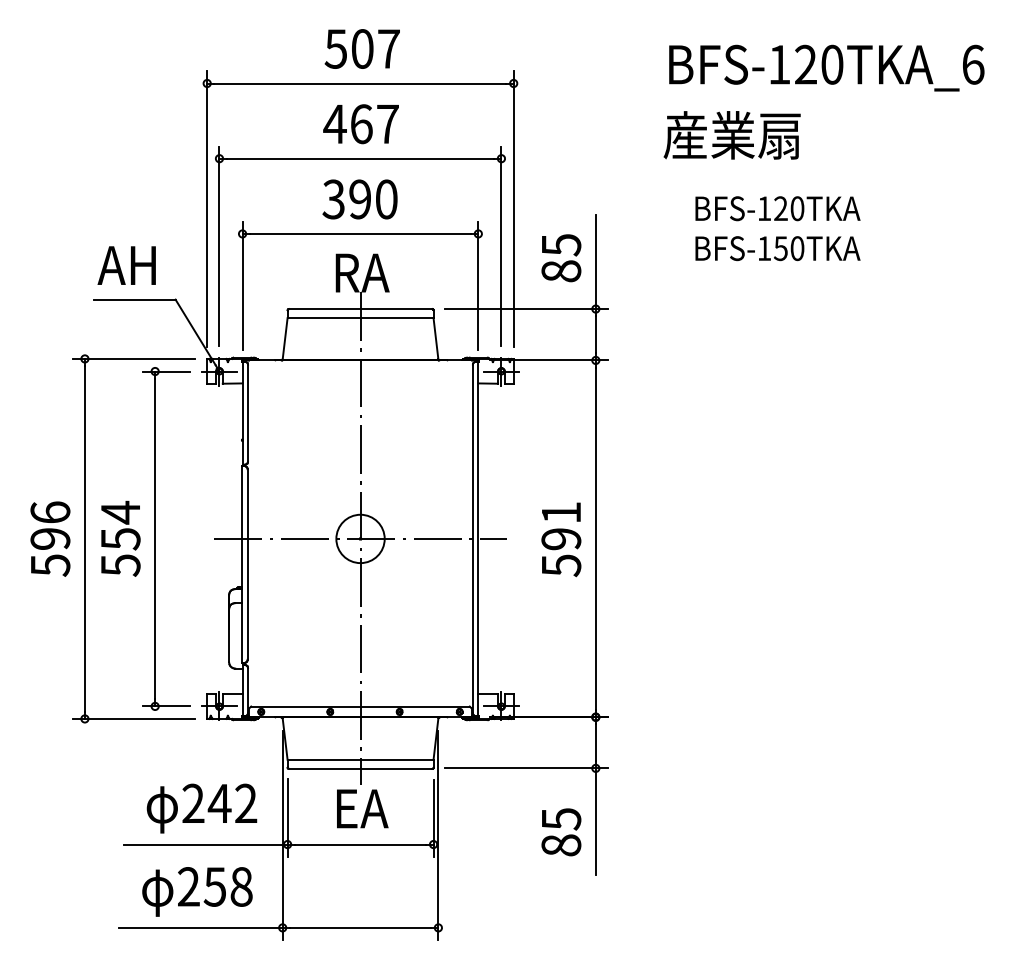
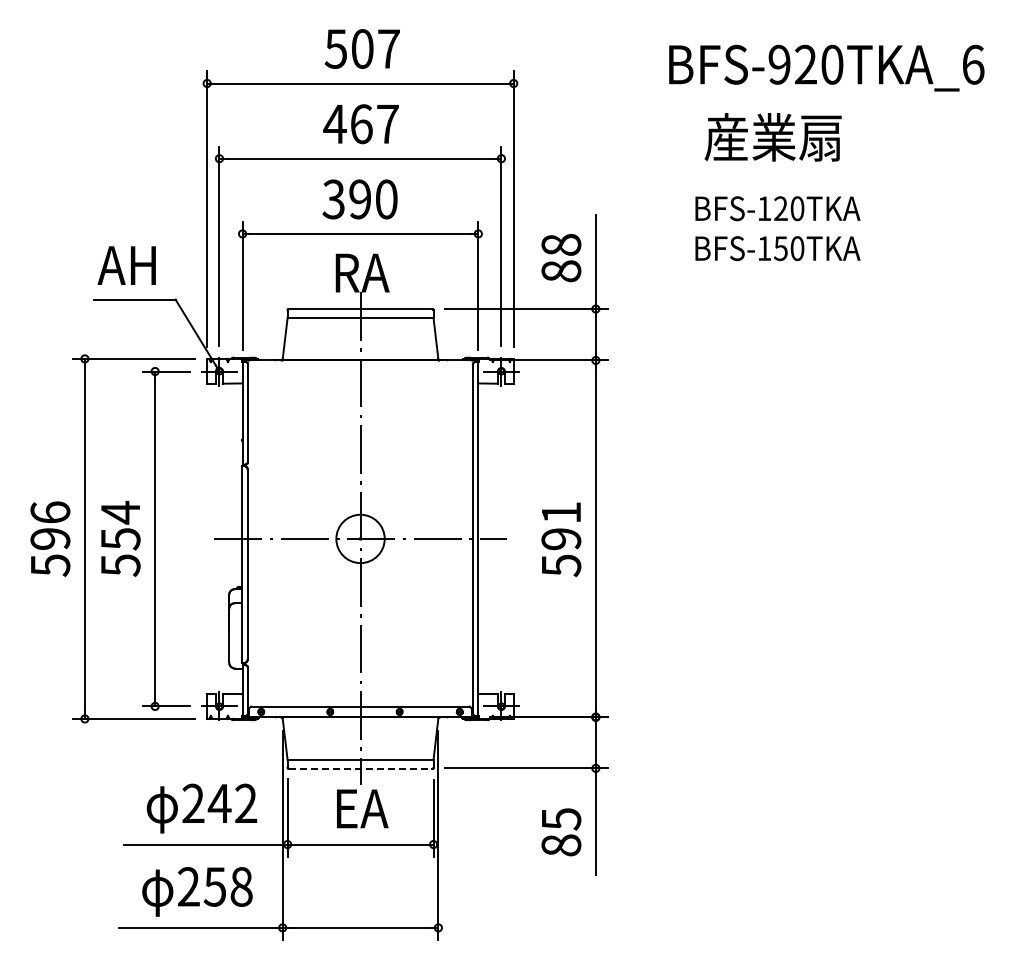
text at (779, 64): BFS-120TKA_6 -> BFS-920TKA_6
text at (731, 135) position: (731, 135) -> (772, 137)
text at (561, 245): 85 -> 88
line at (360, 768): solid -> dashed
